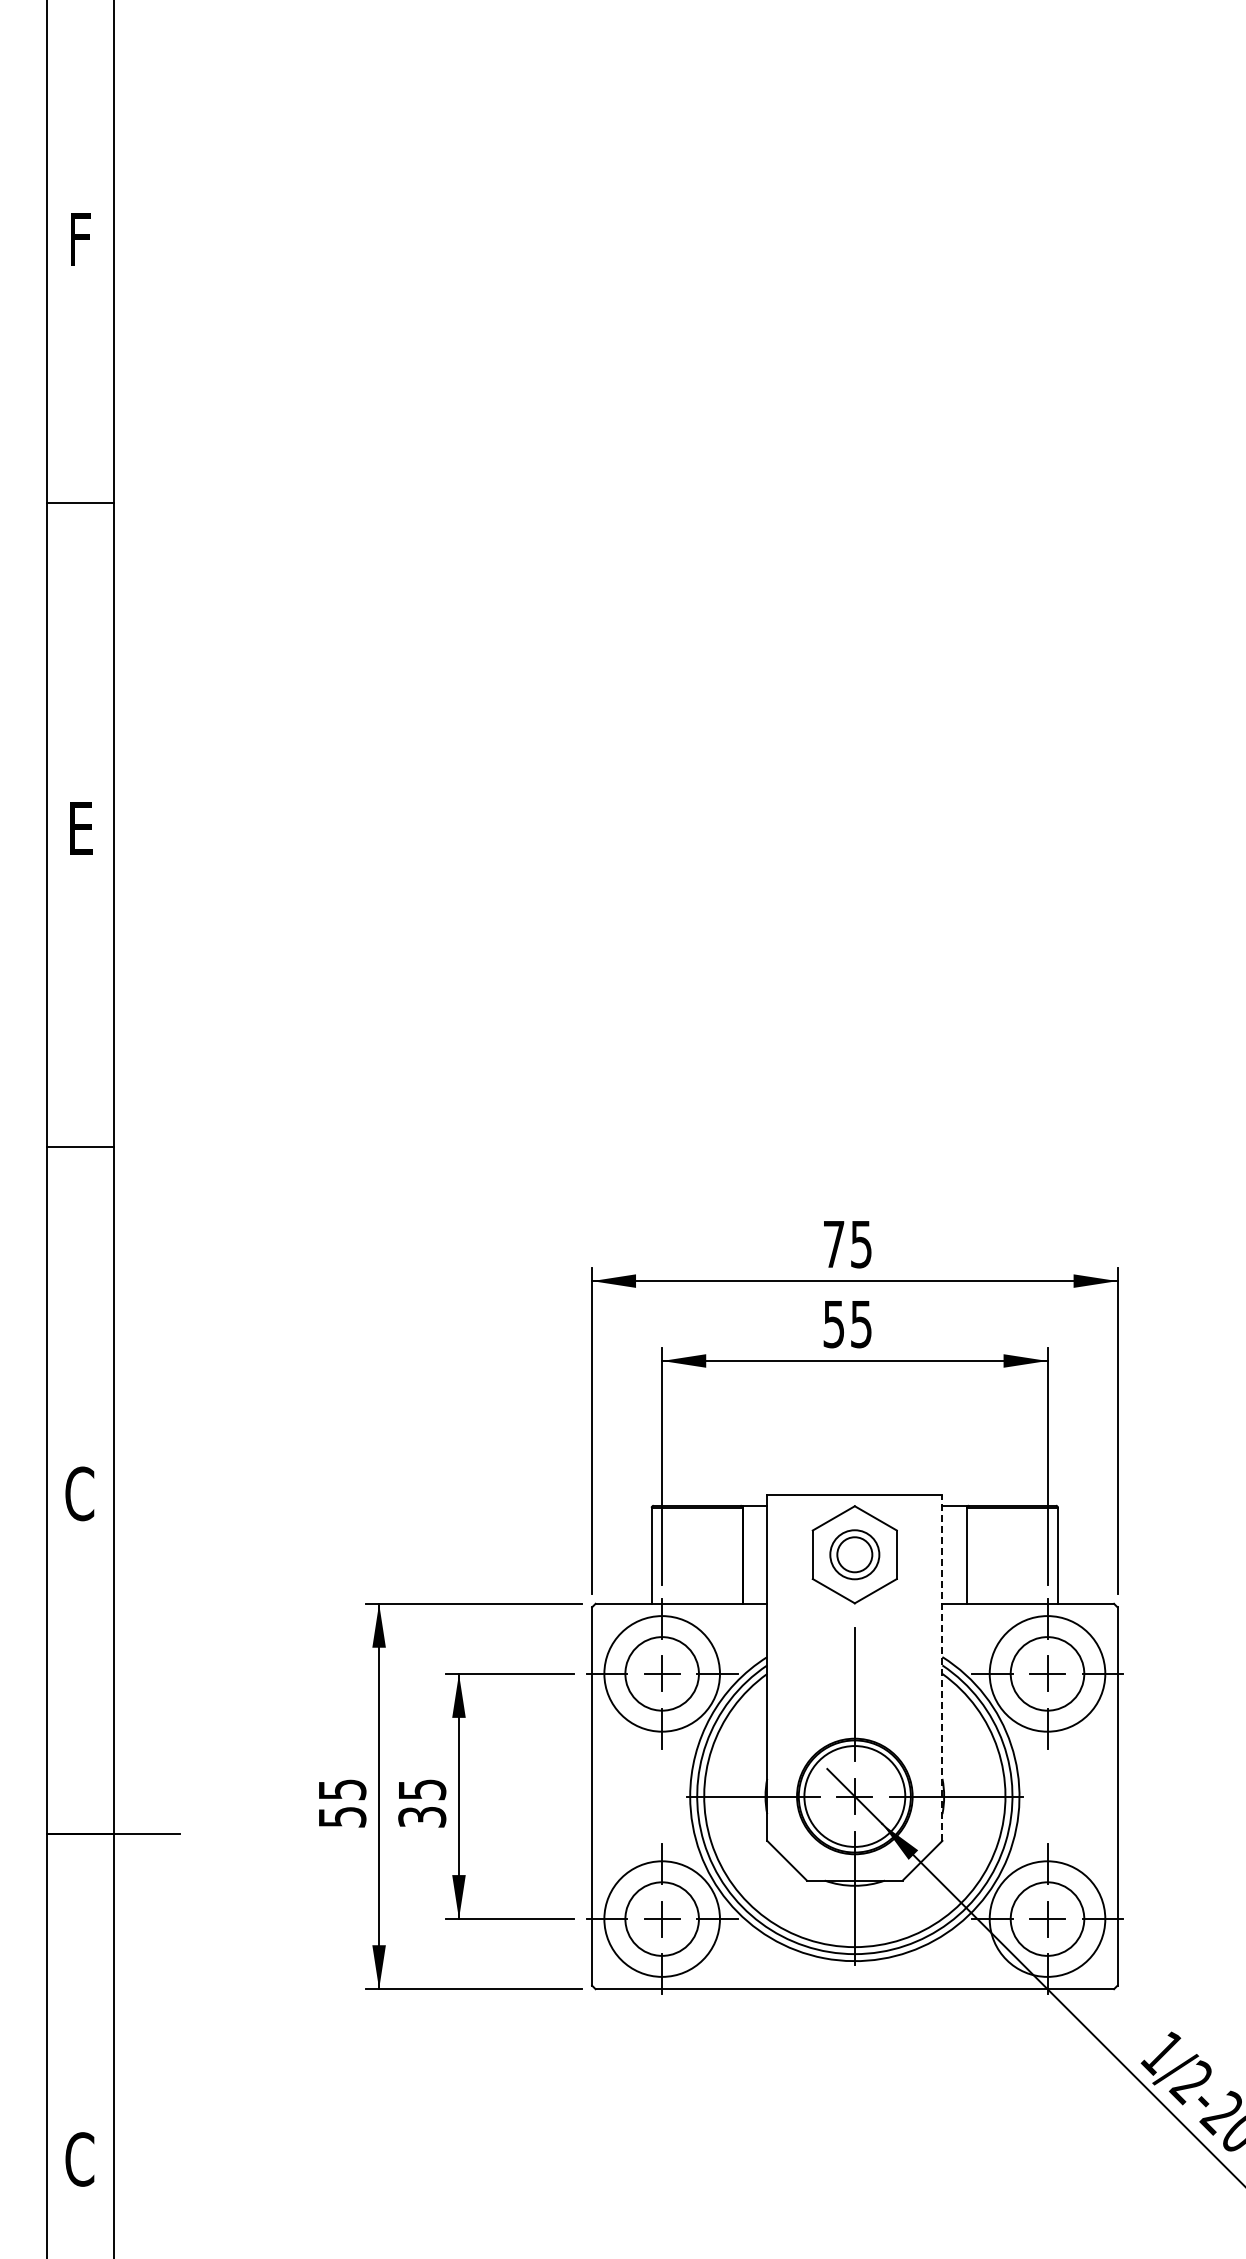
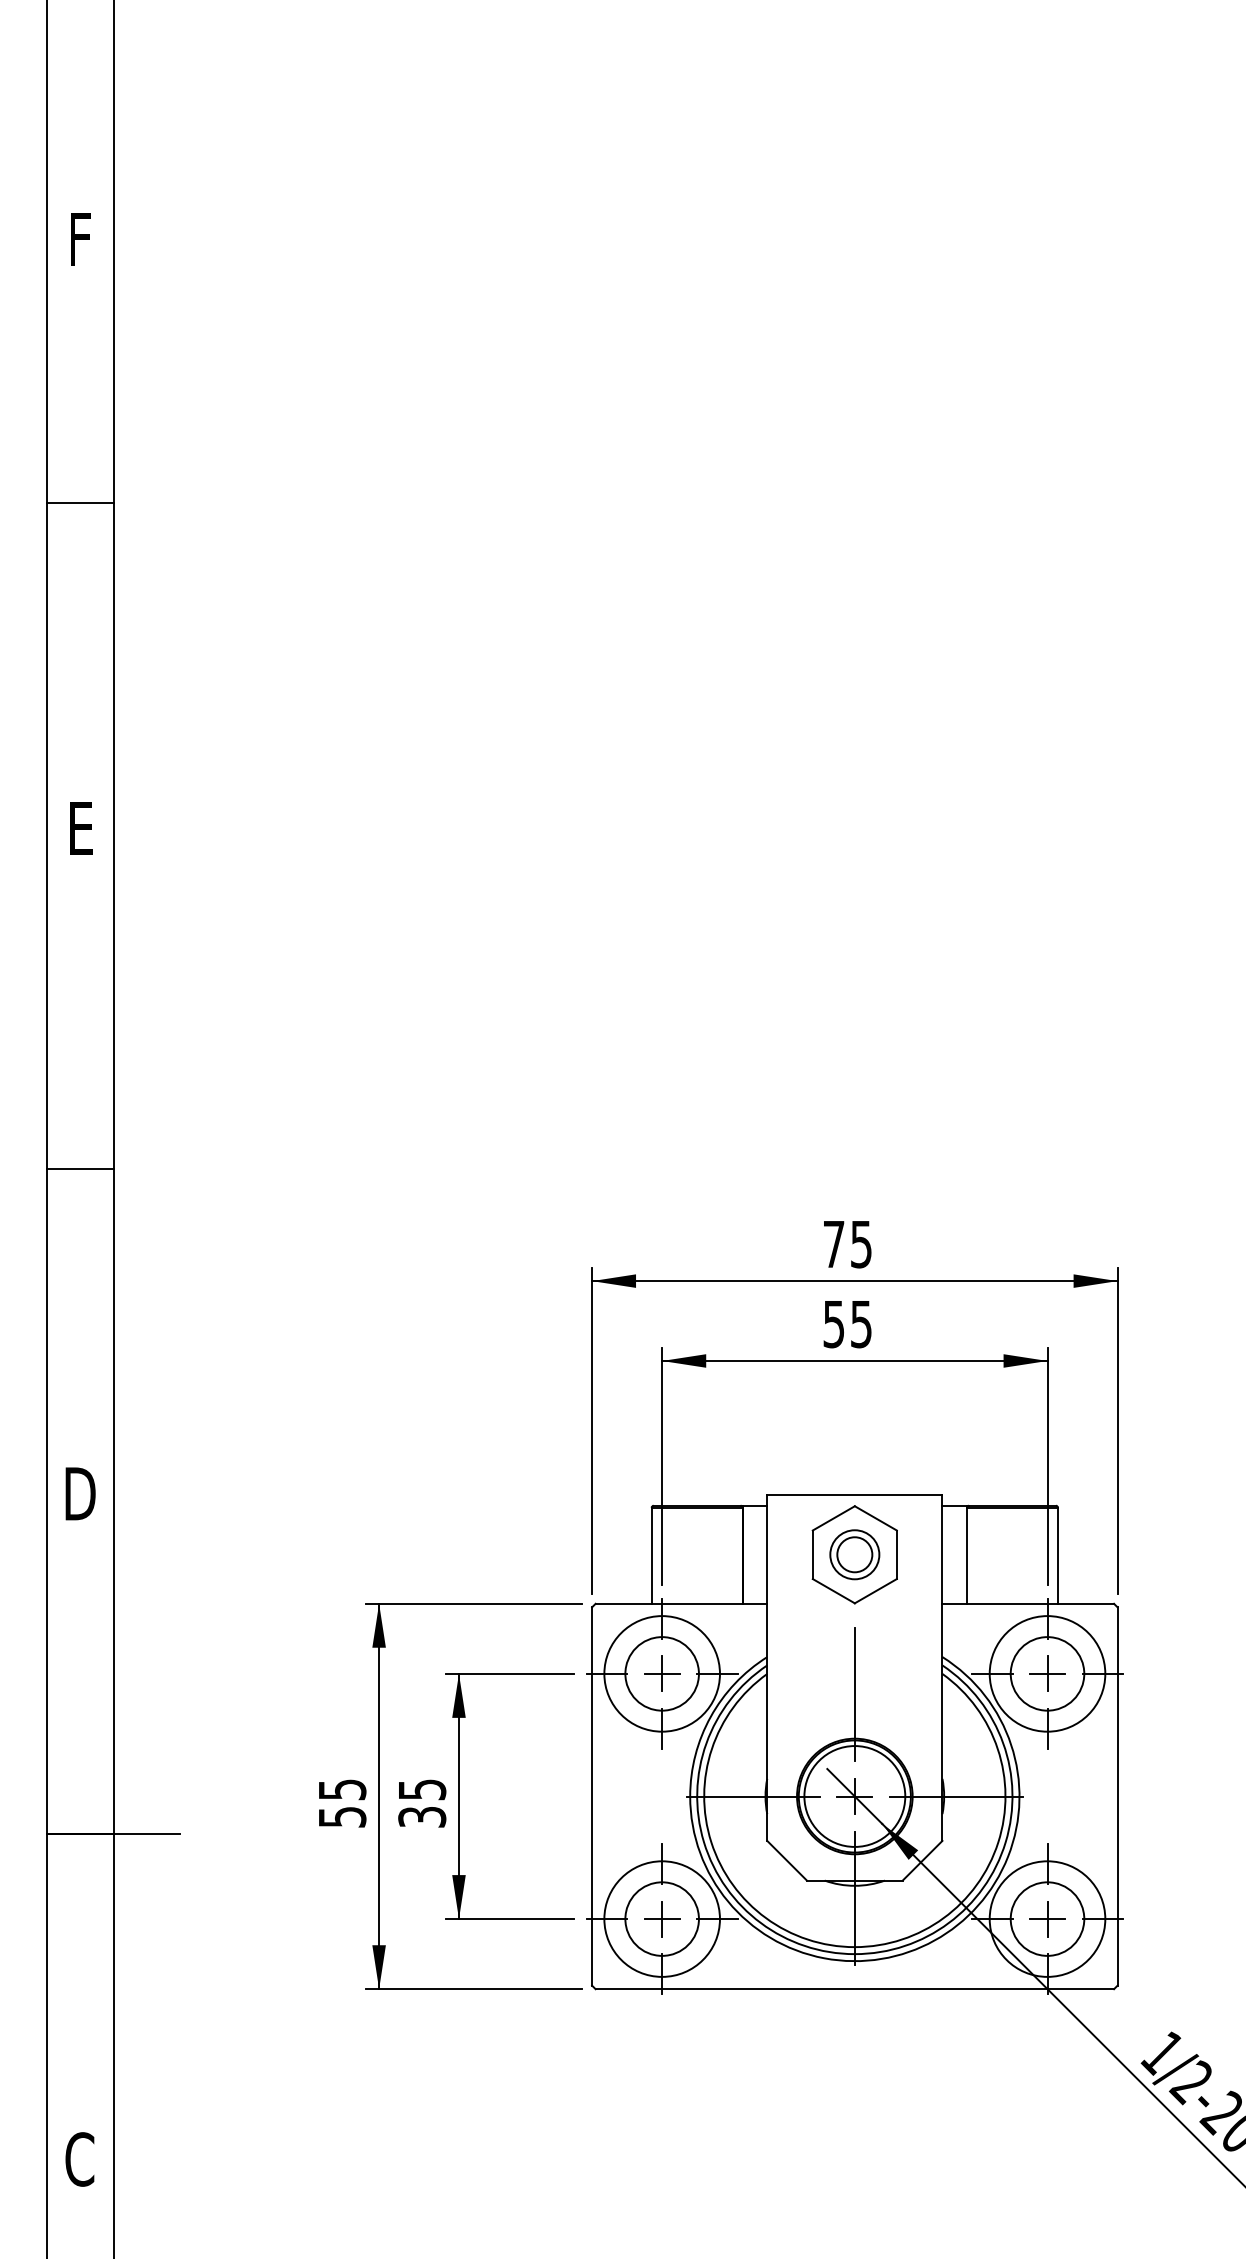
line at (80, 1146) position: (80, 1146) -> (80, 1168)
text at (80, 1493): C -> D
line at (942, 1668): dashed -> solid
